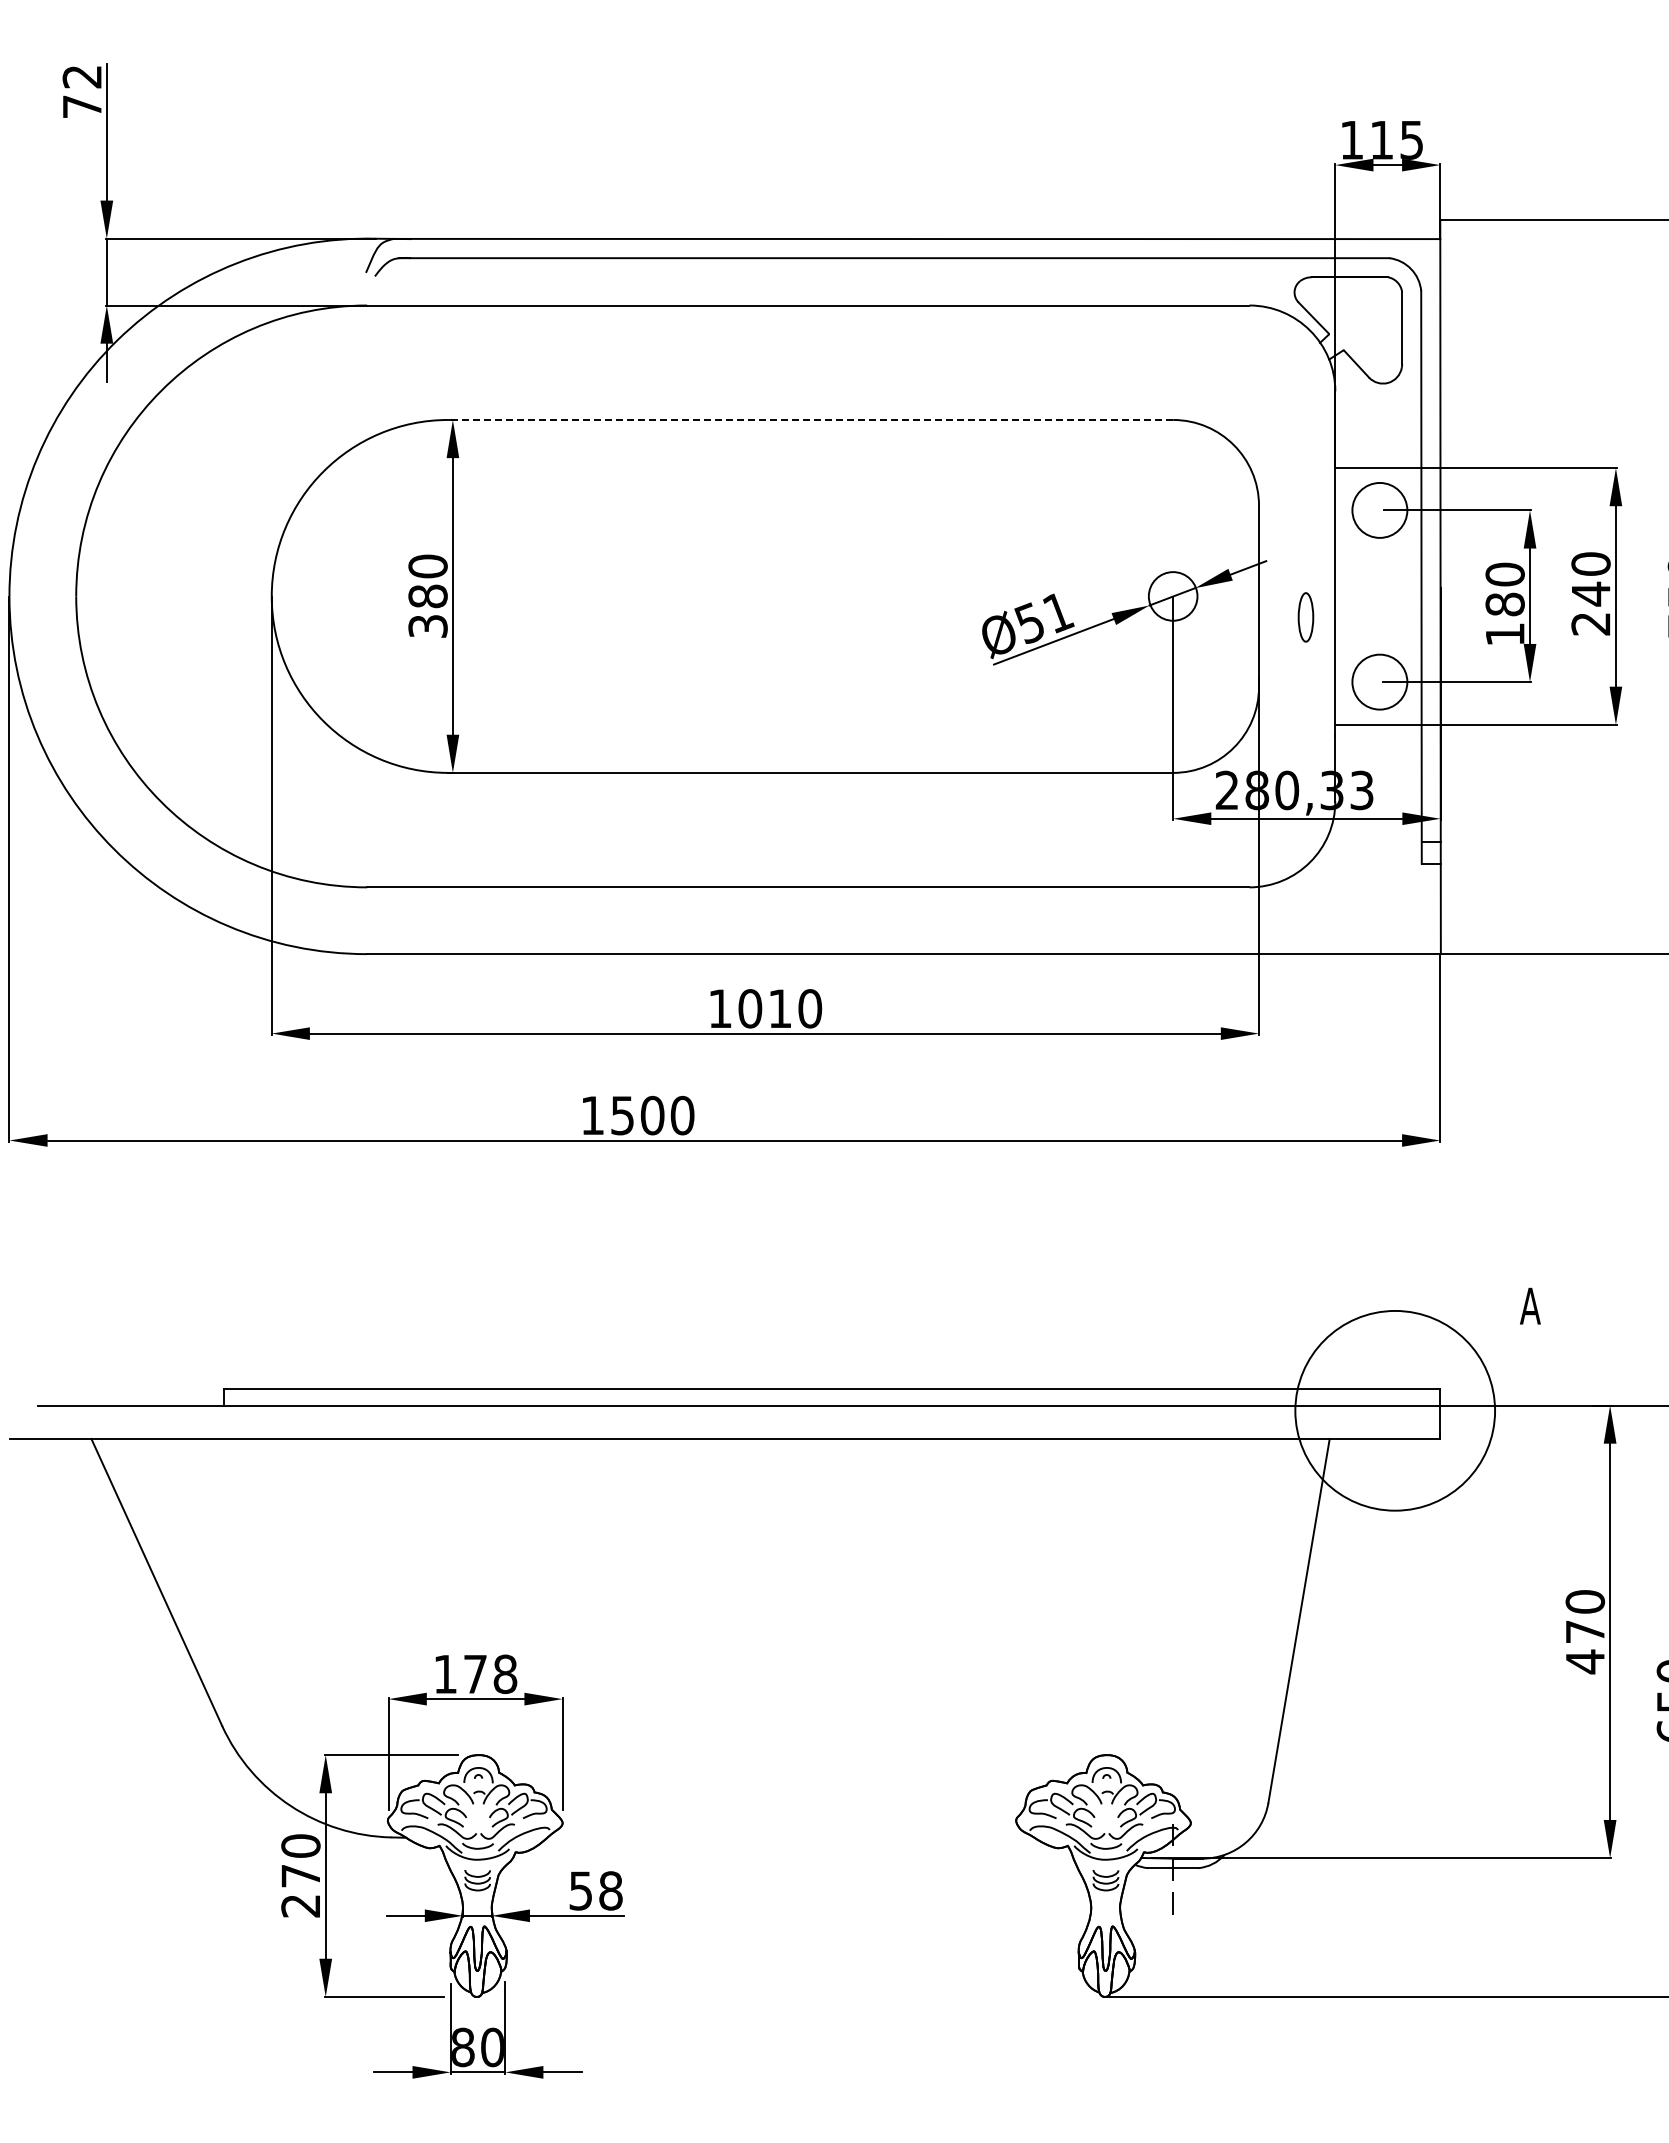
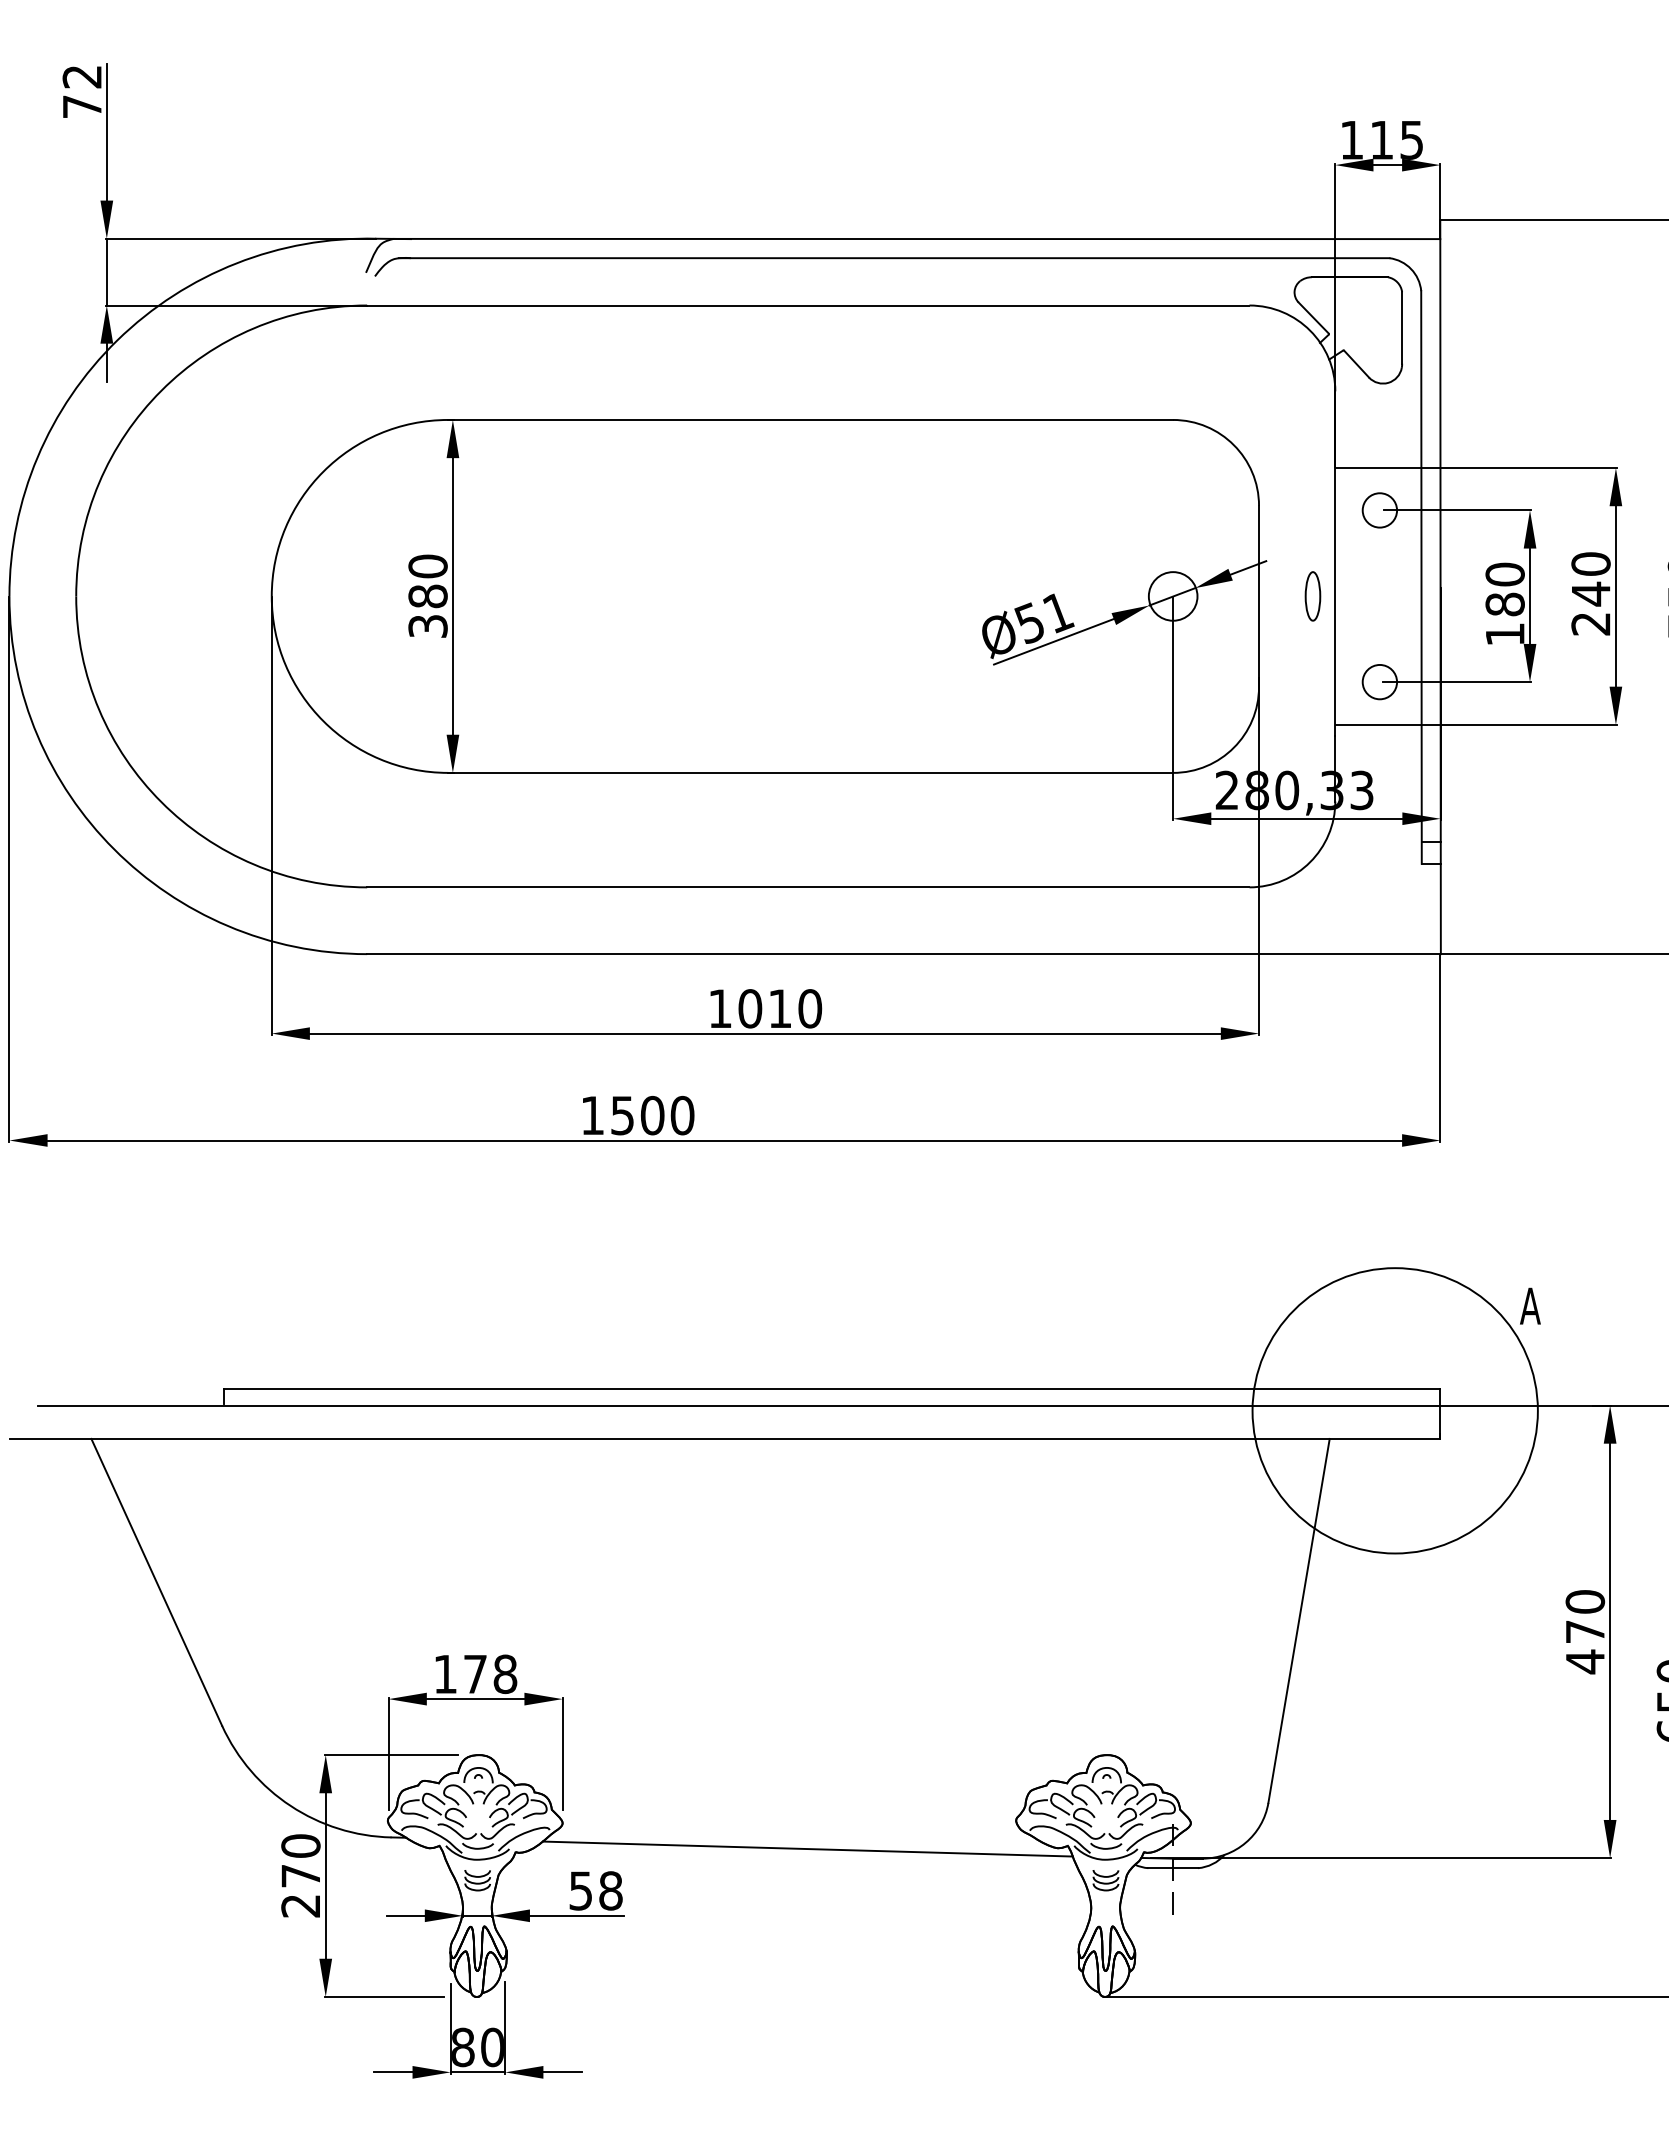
line at (810, 419): dashed -> solid
circle at (1379, 509) diameter: 55 px -> 34 px
part at (1305, 617) position: (1305, 617) -> (1312, 596)
circle at (1379, 681) diameter: 55 px -> 34 px
circle at (1395, 1410) diameter: 200 px -> 285 px
line at (807, 1848): none -> present
